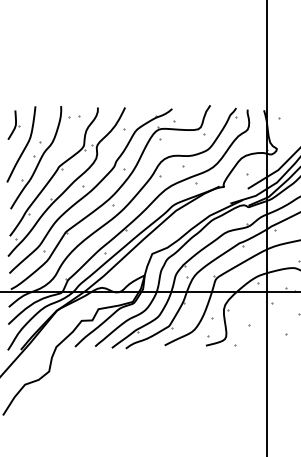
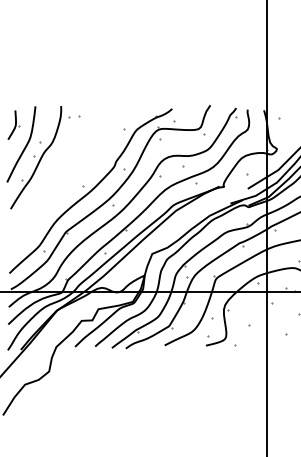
part at (66, 181): present -> none
